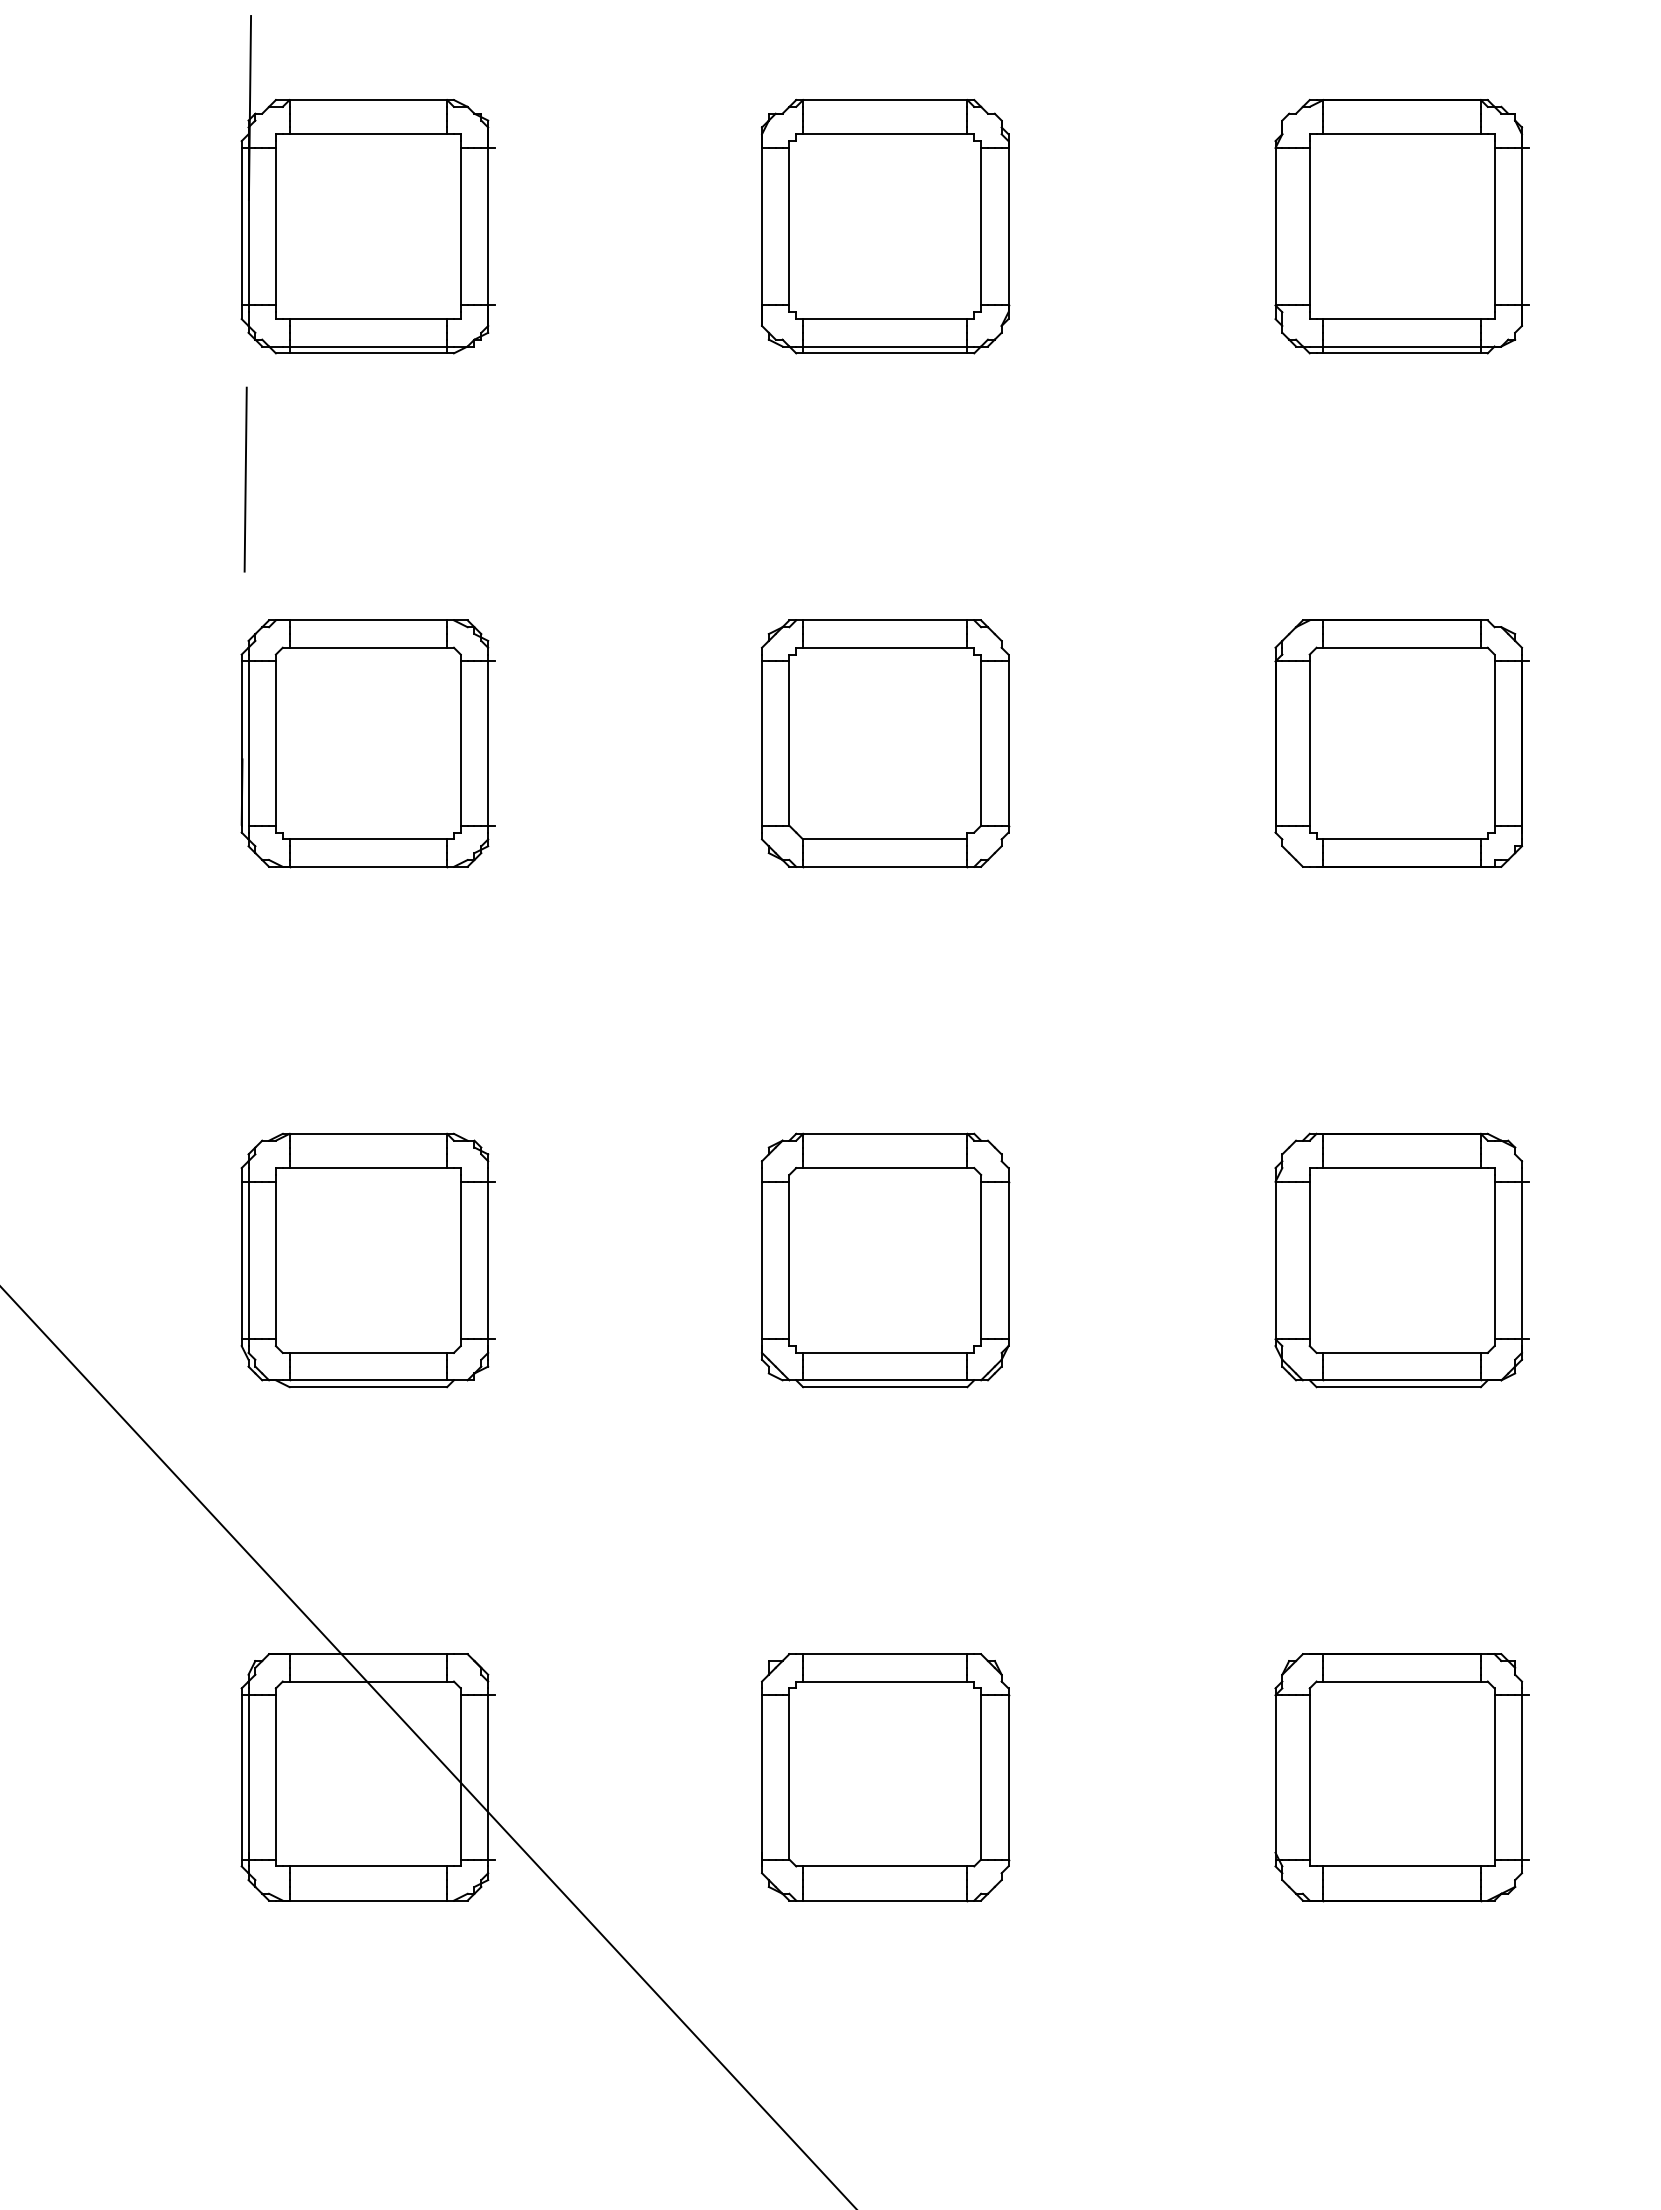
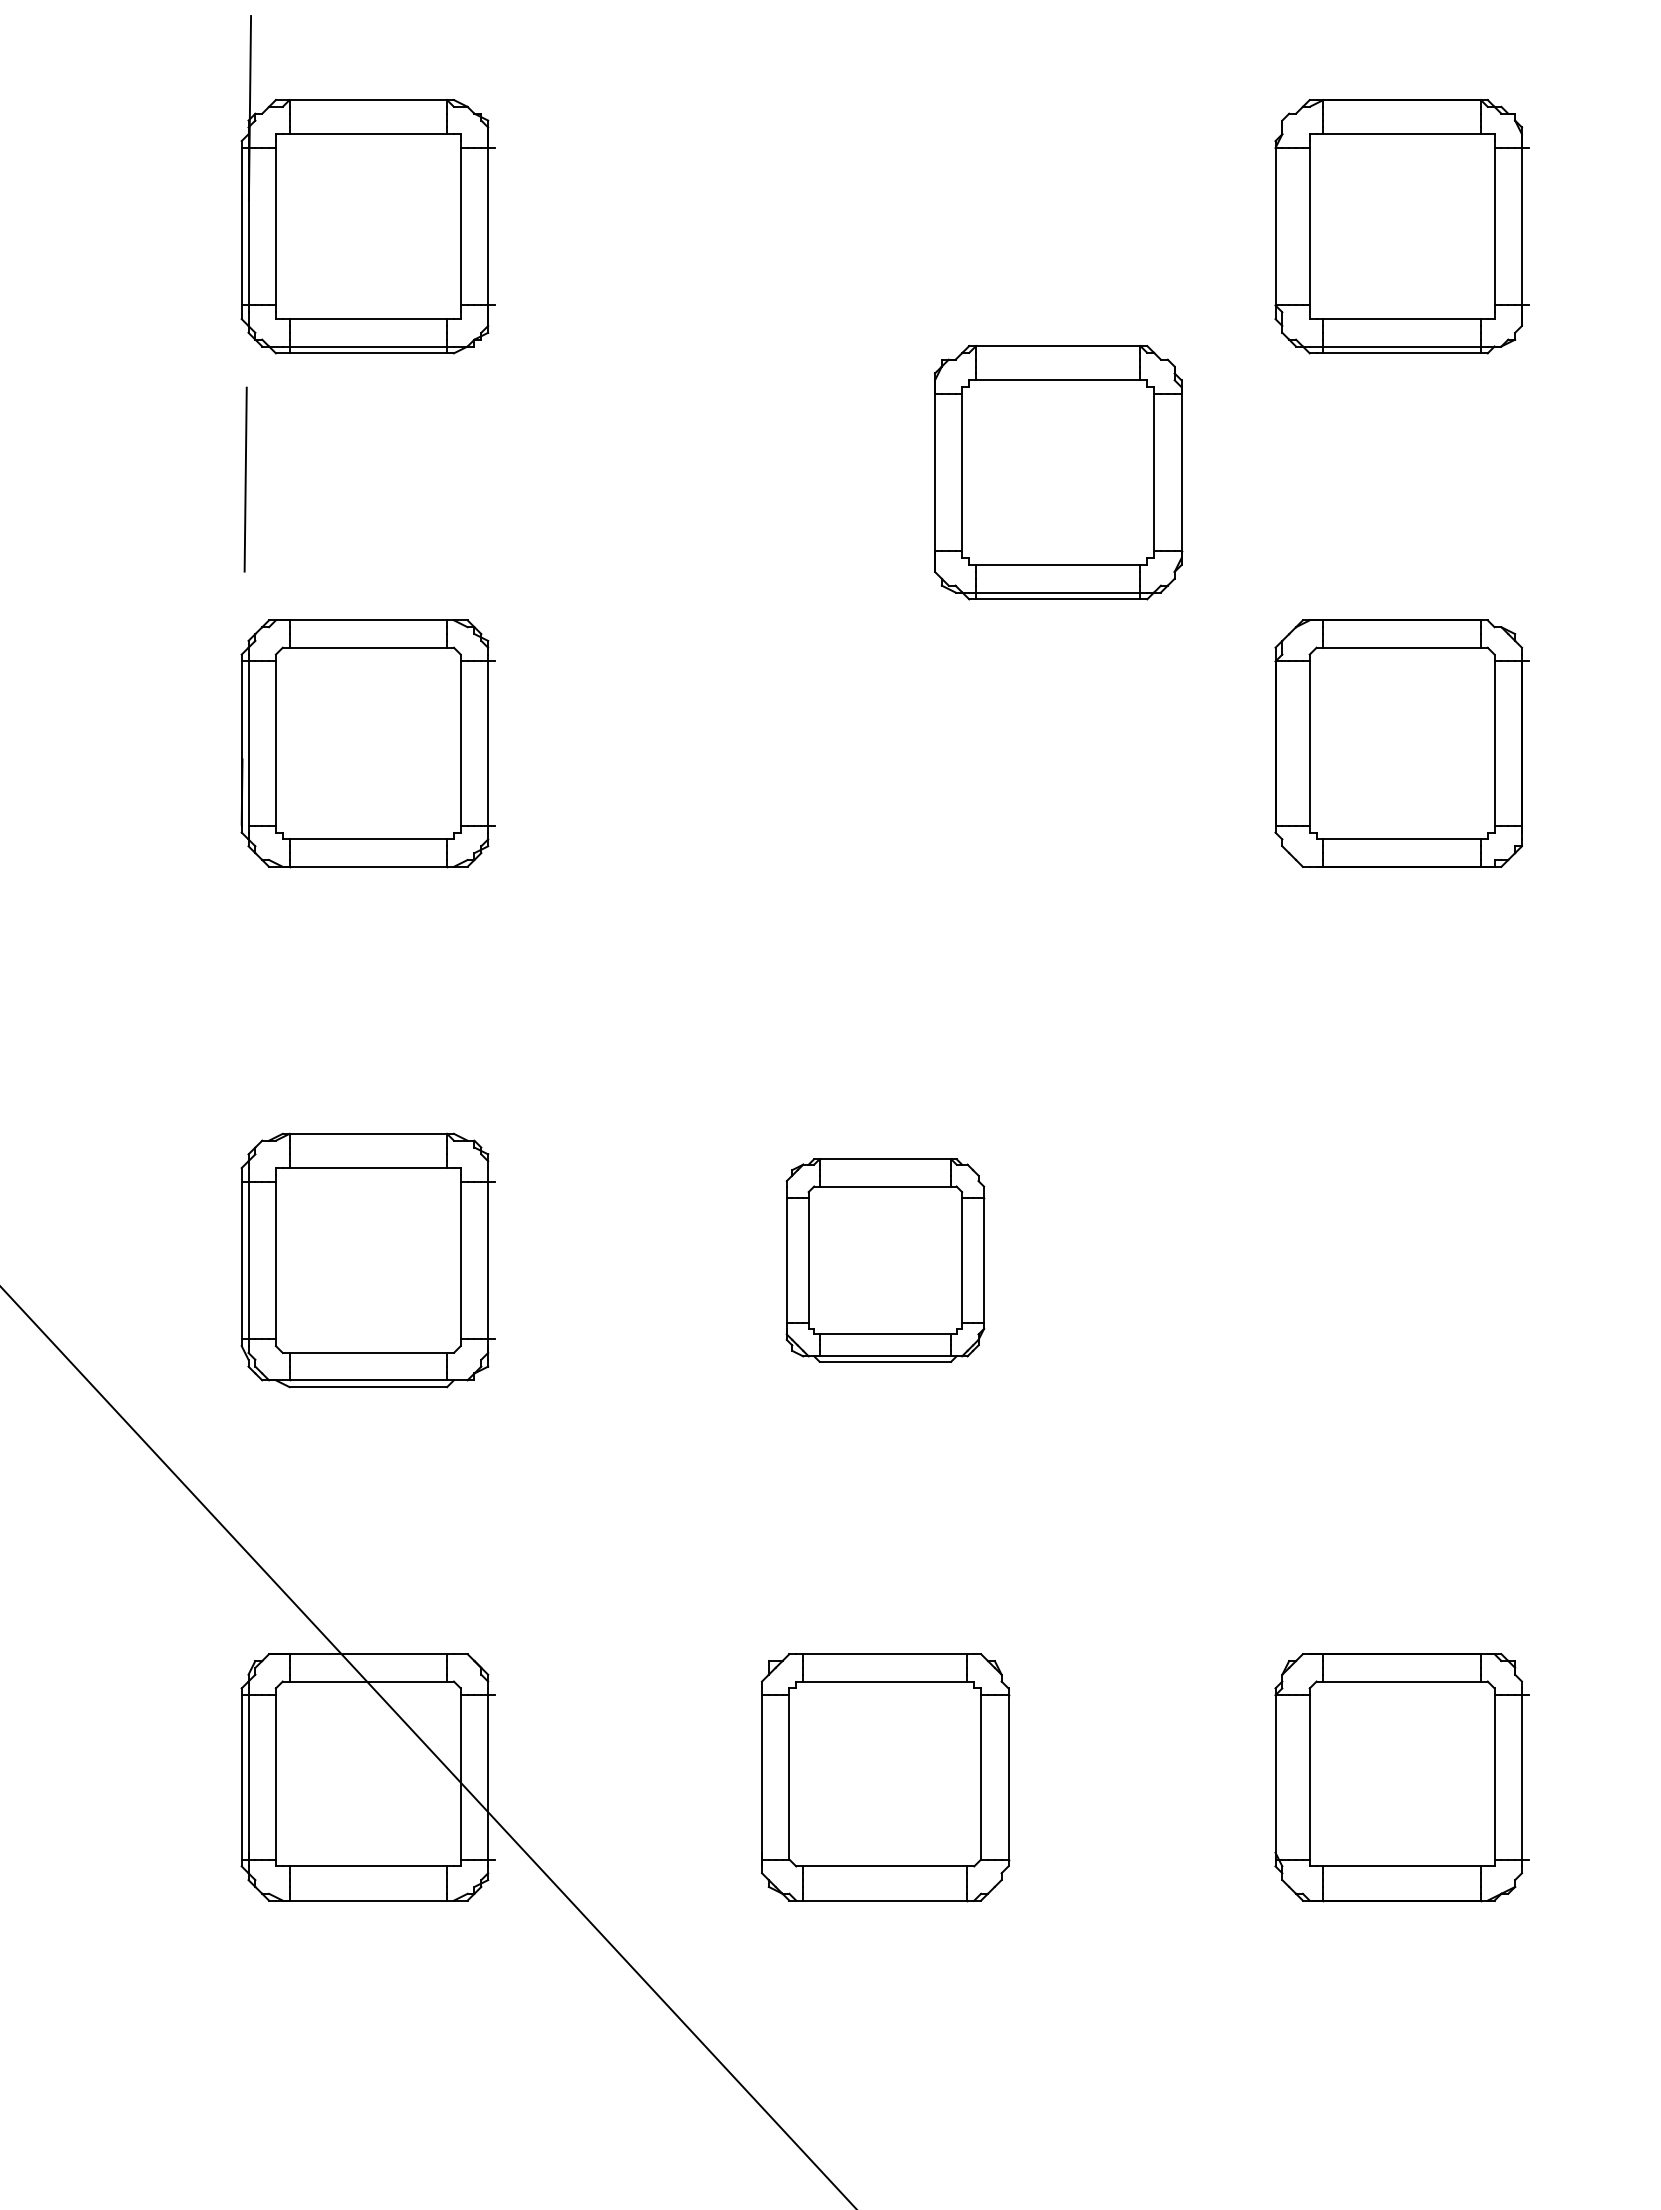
part at (885, 226) position: (885, 226) -> (1058, 472)
part at (885, 743): present -> none
part at (885, 1260) size: 250x257 px -> 201x205 px
part at (1401, 1260): present -> none
